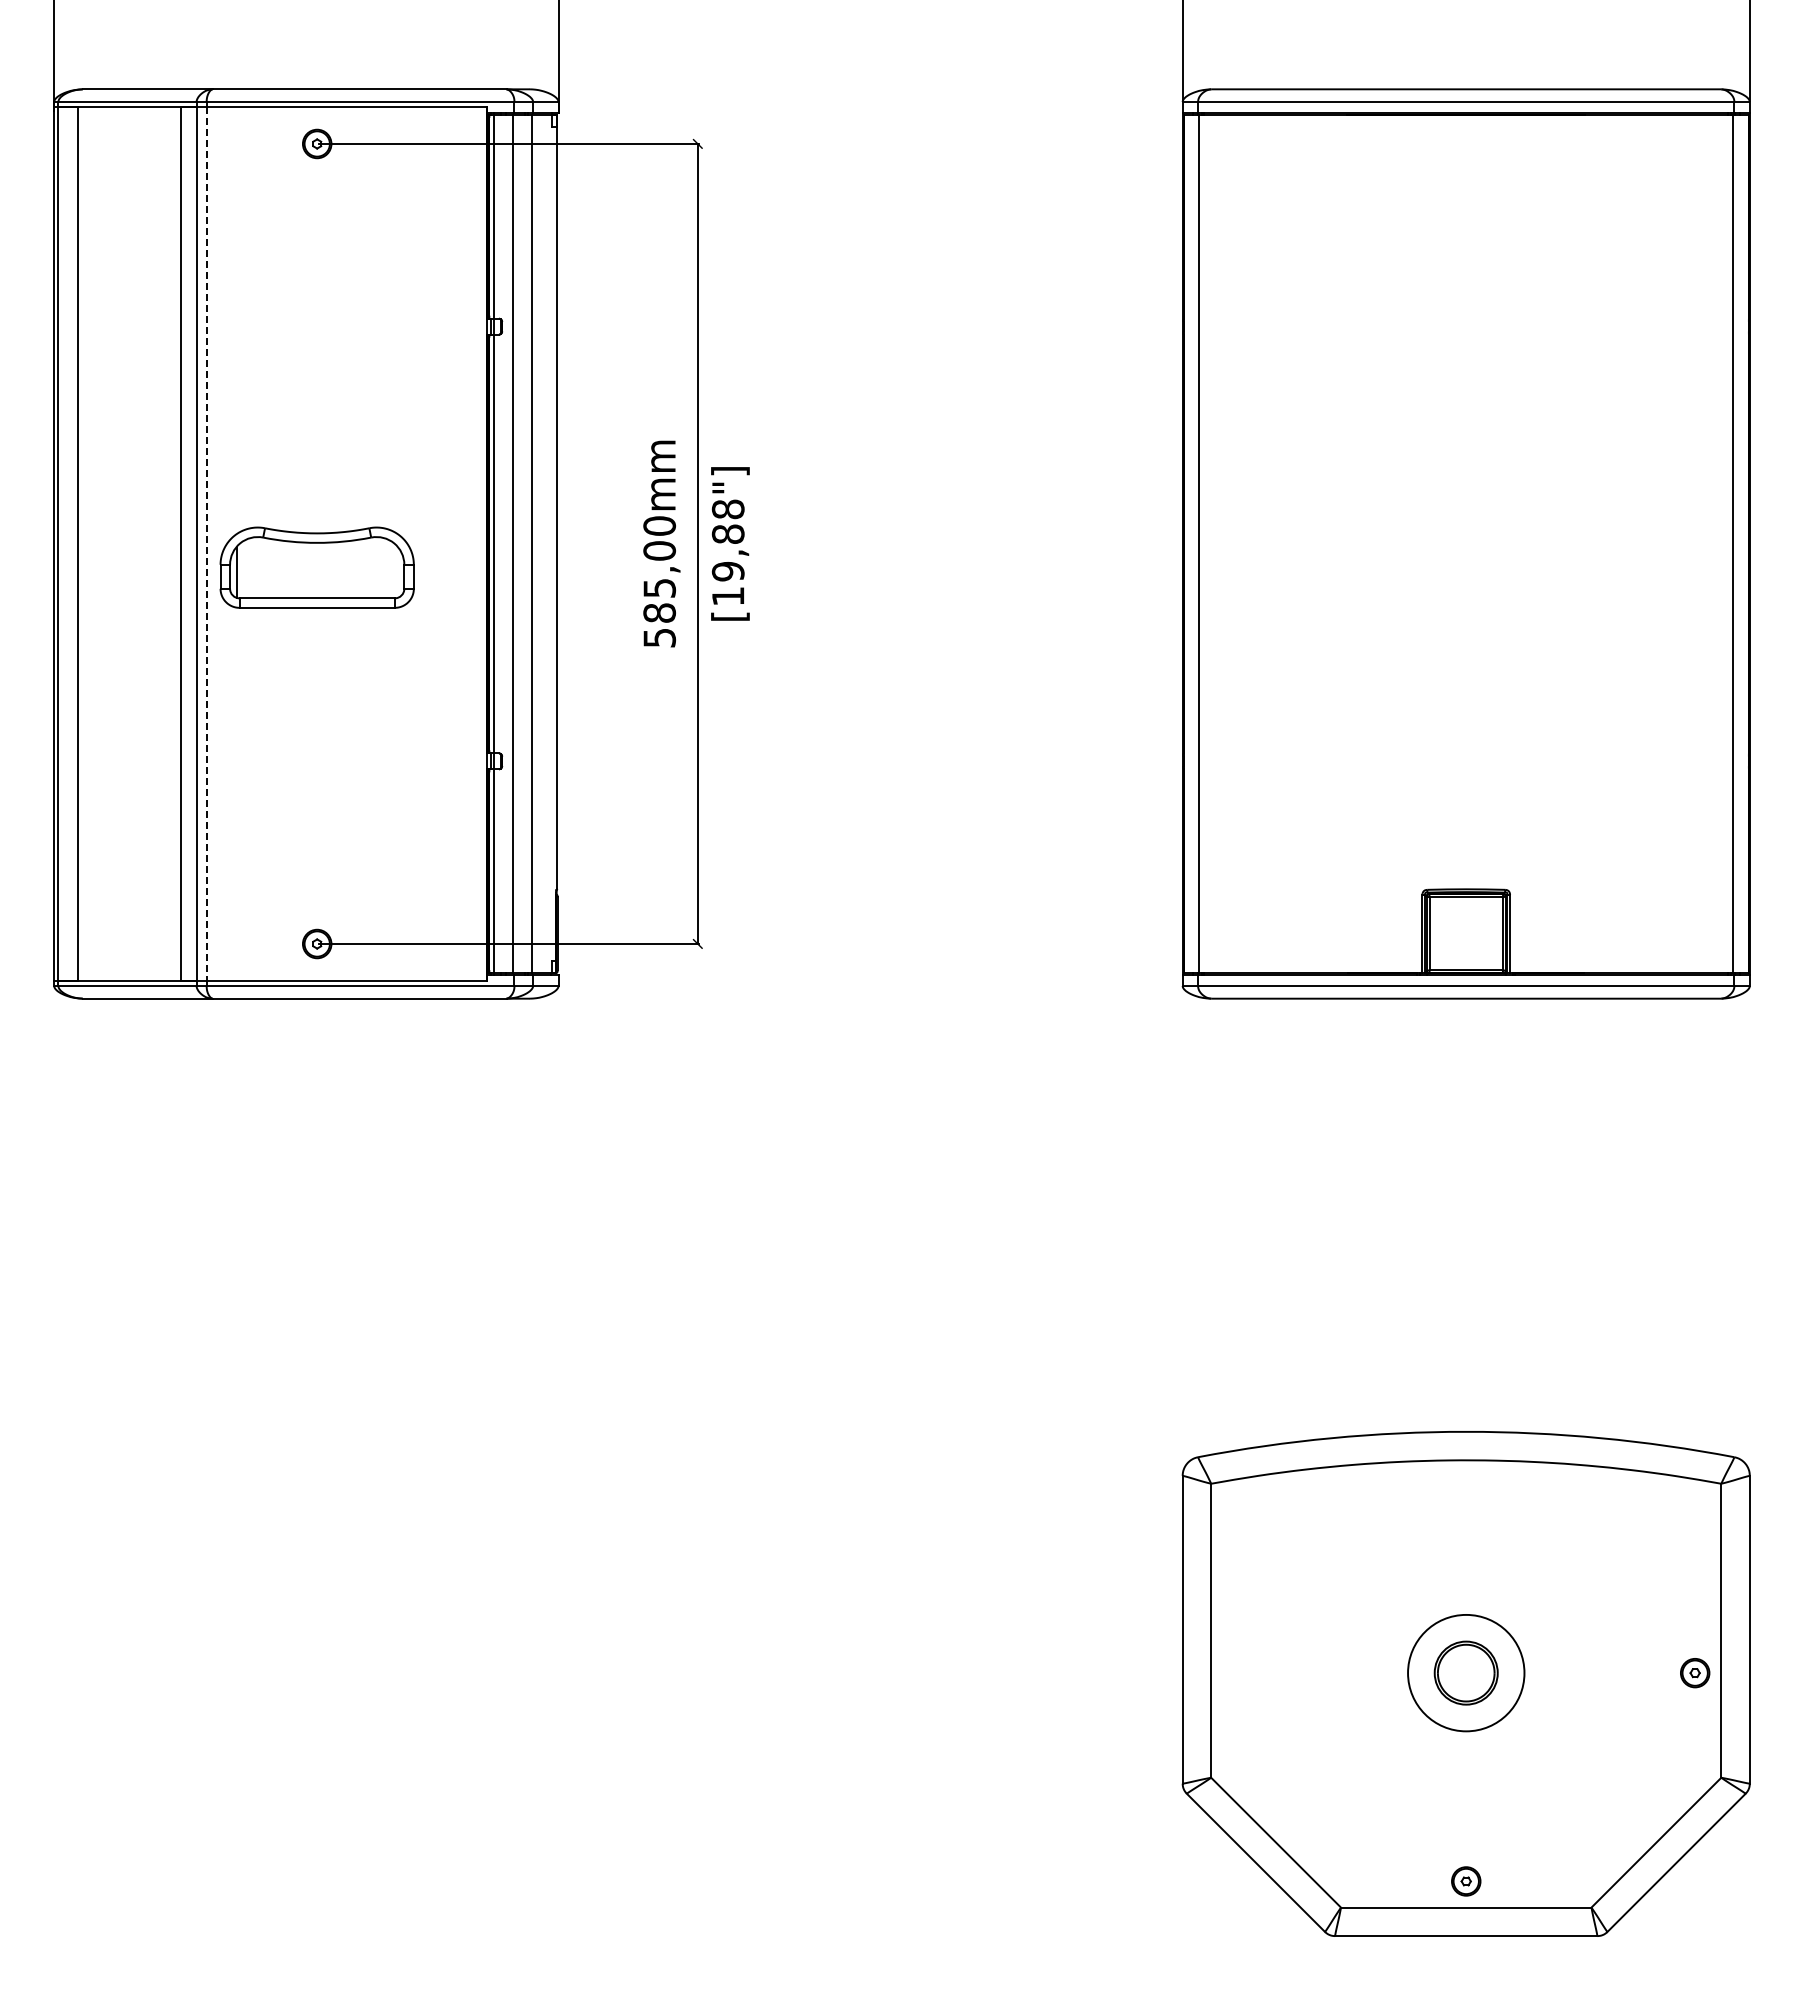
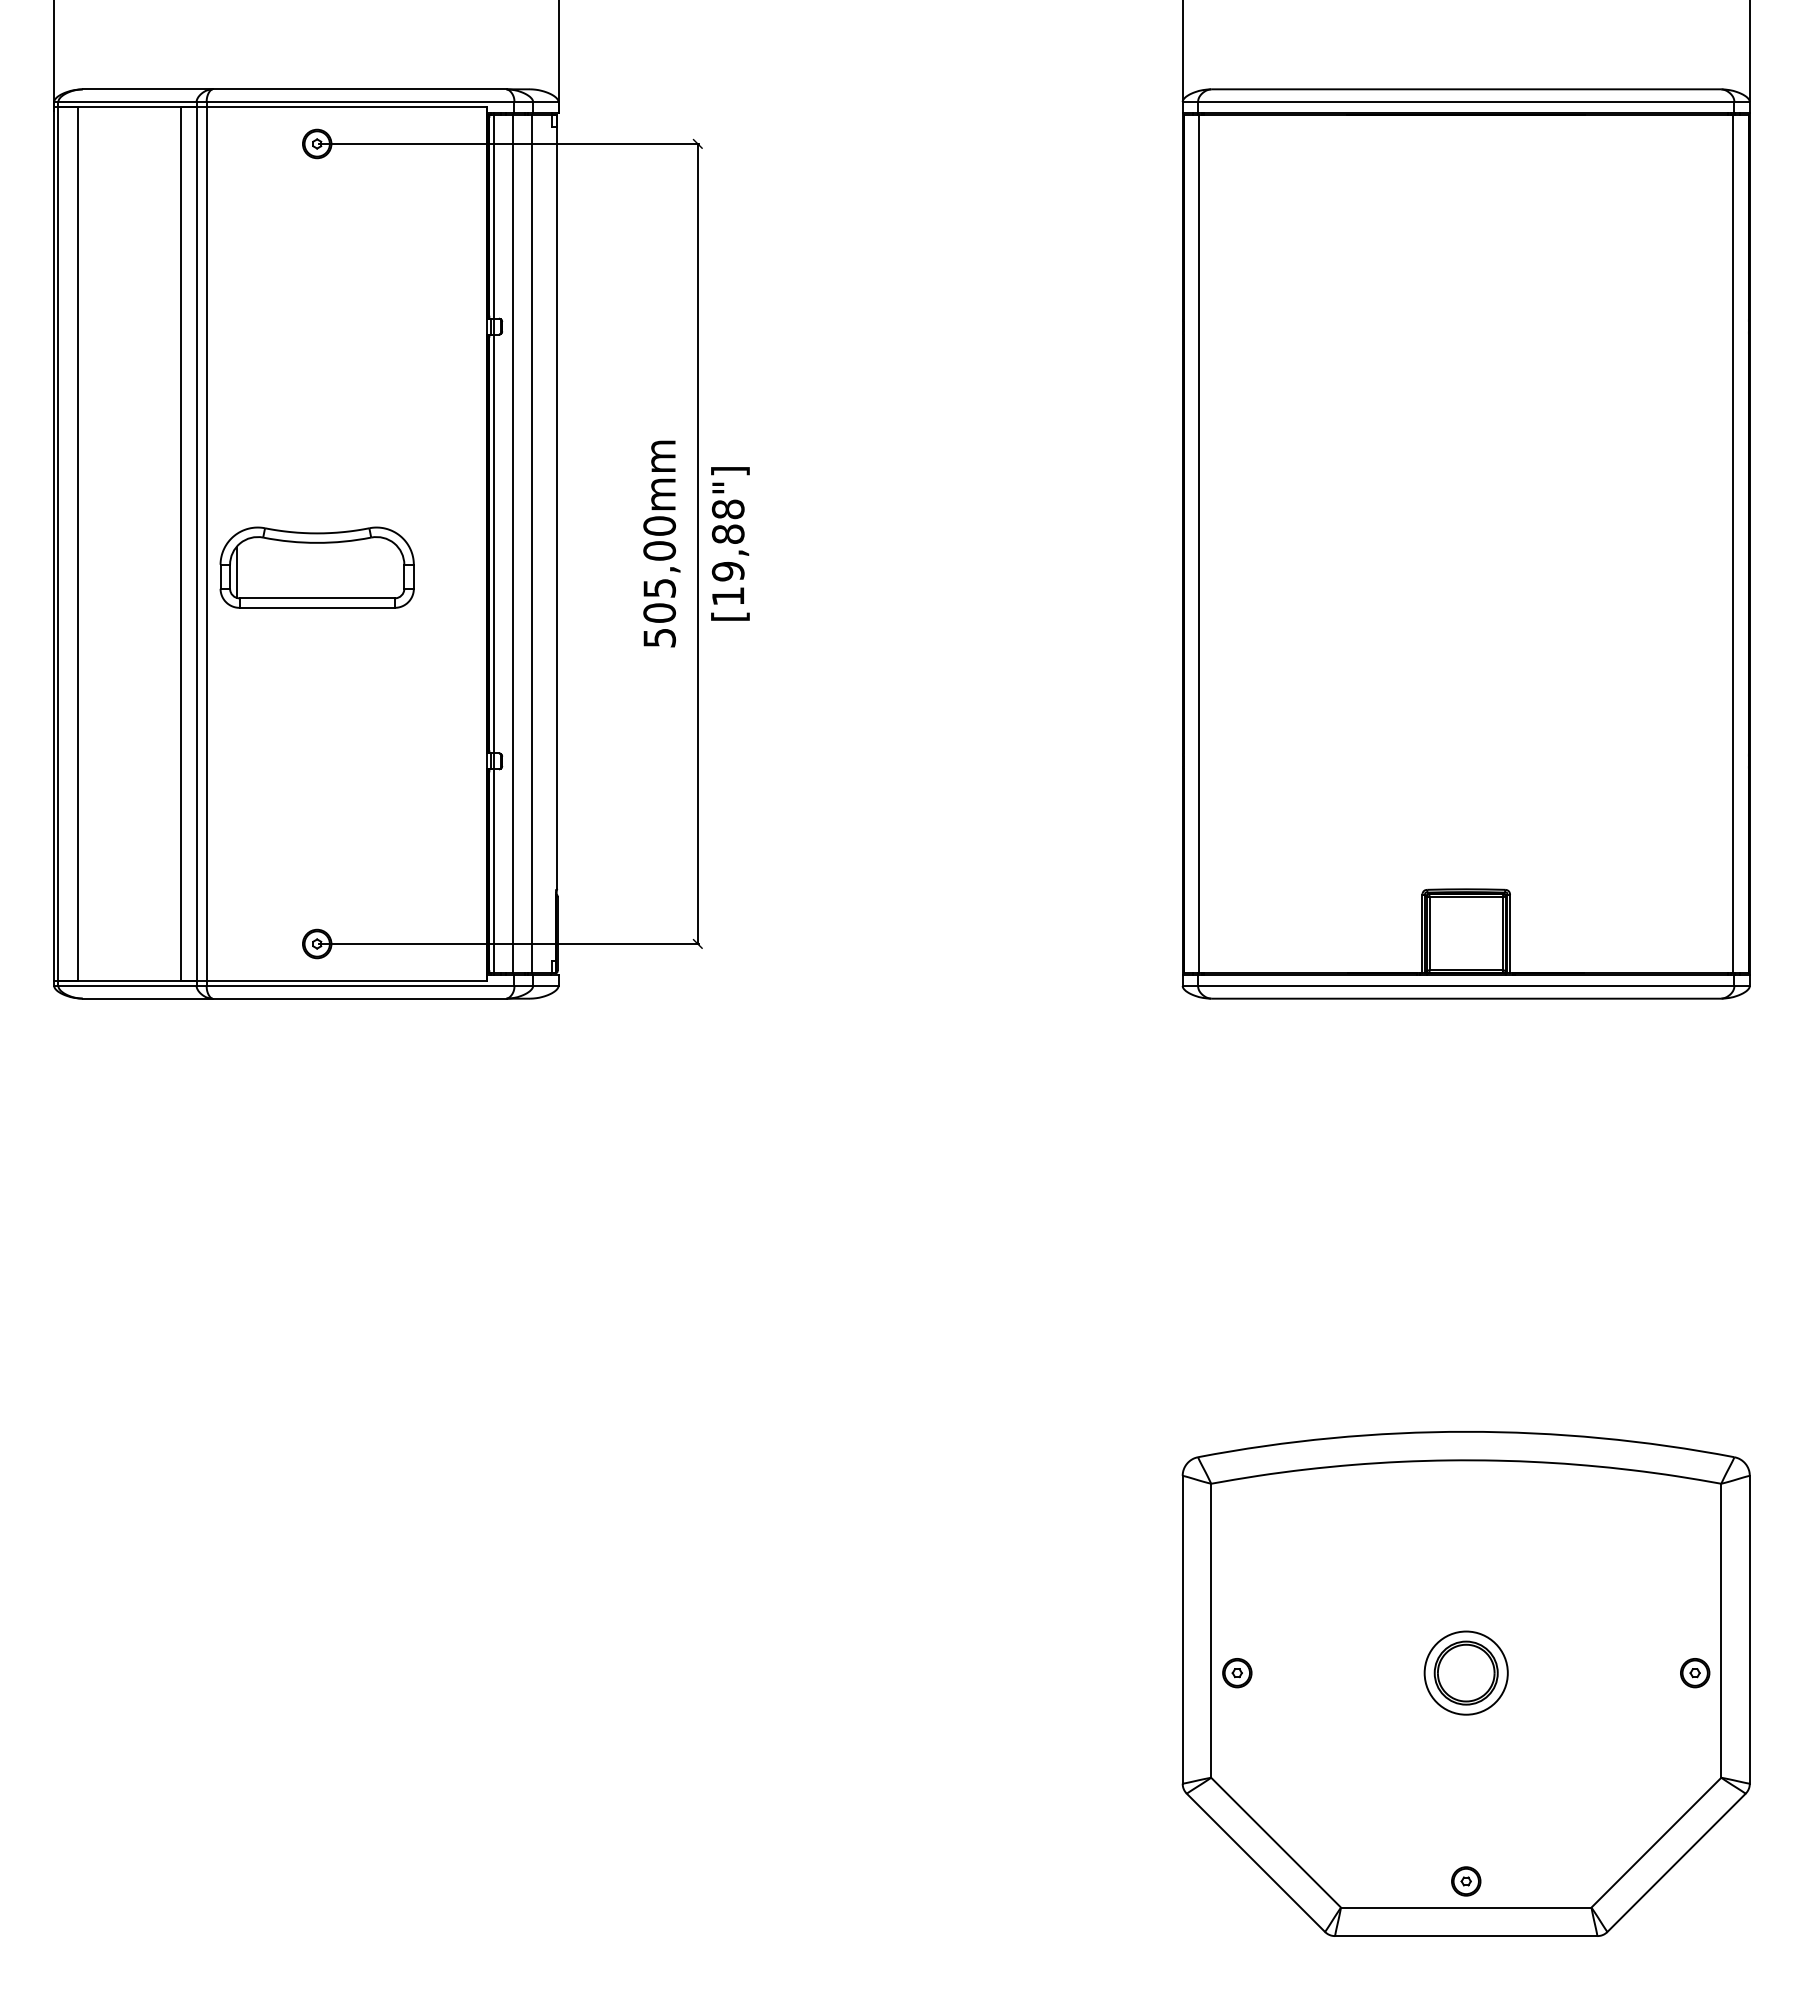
line at (206, 544): dashed -> solid
text at (659, 612): 585,00mm -> 505,00mm
circle at (1466, 1672) diameter: 116 px -> 83 px
part at (1237, 1673): none -> present
